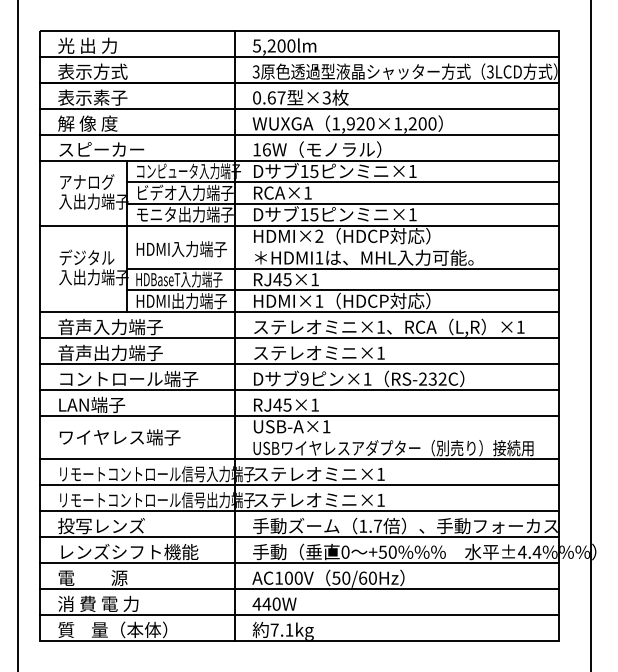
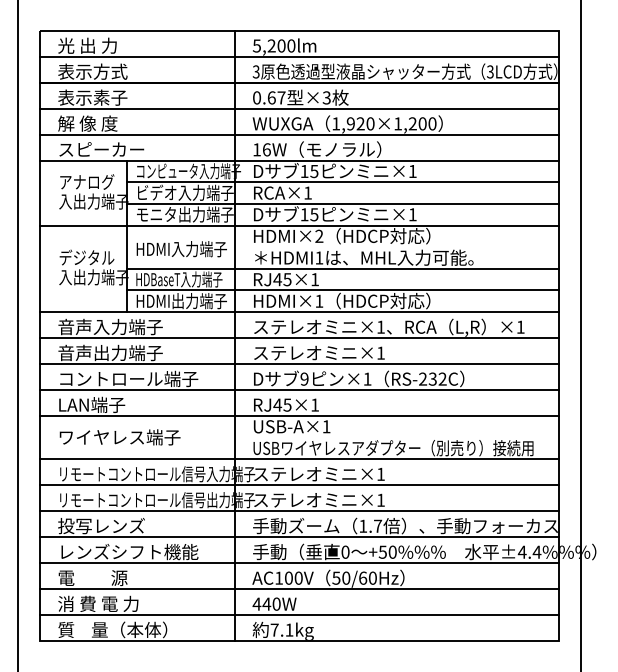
line at (590, 335) position: (590, 335) -> (580, 335)
